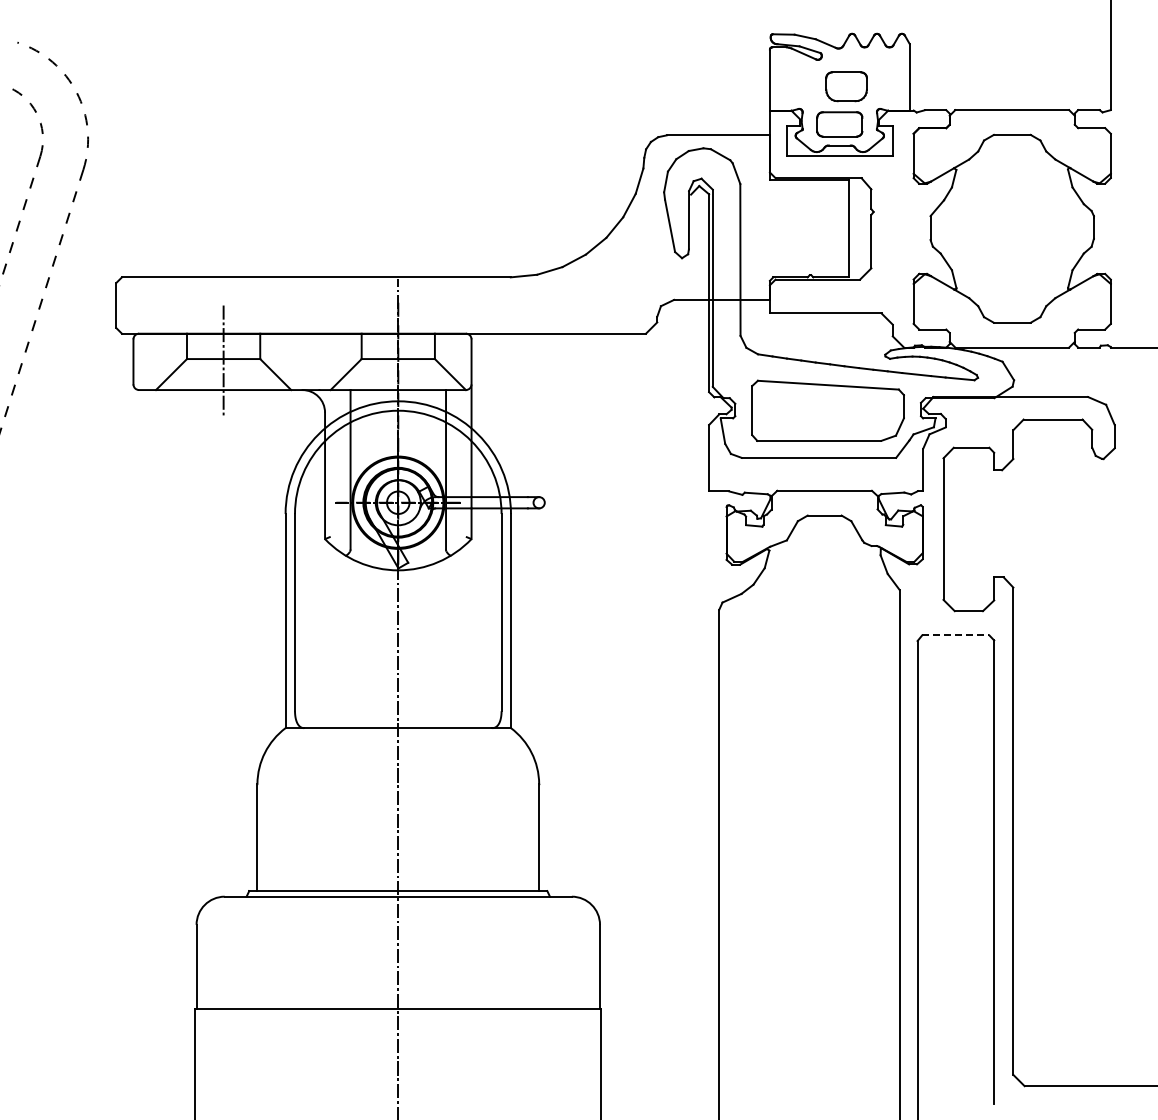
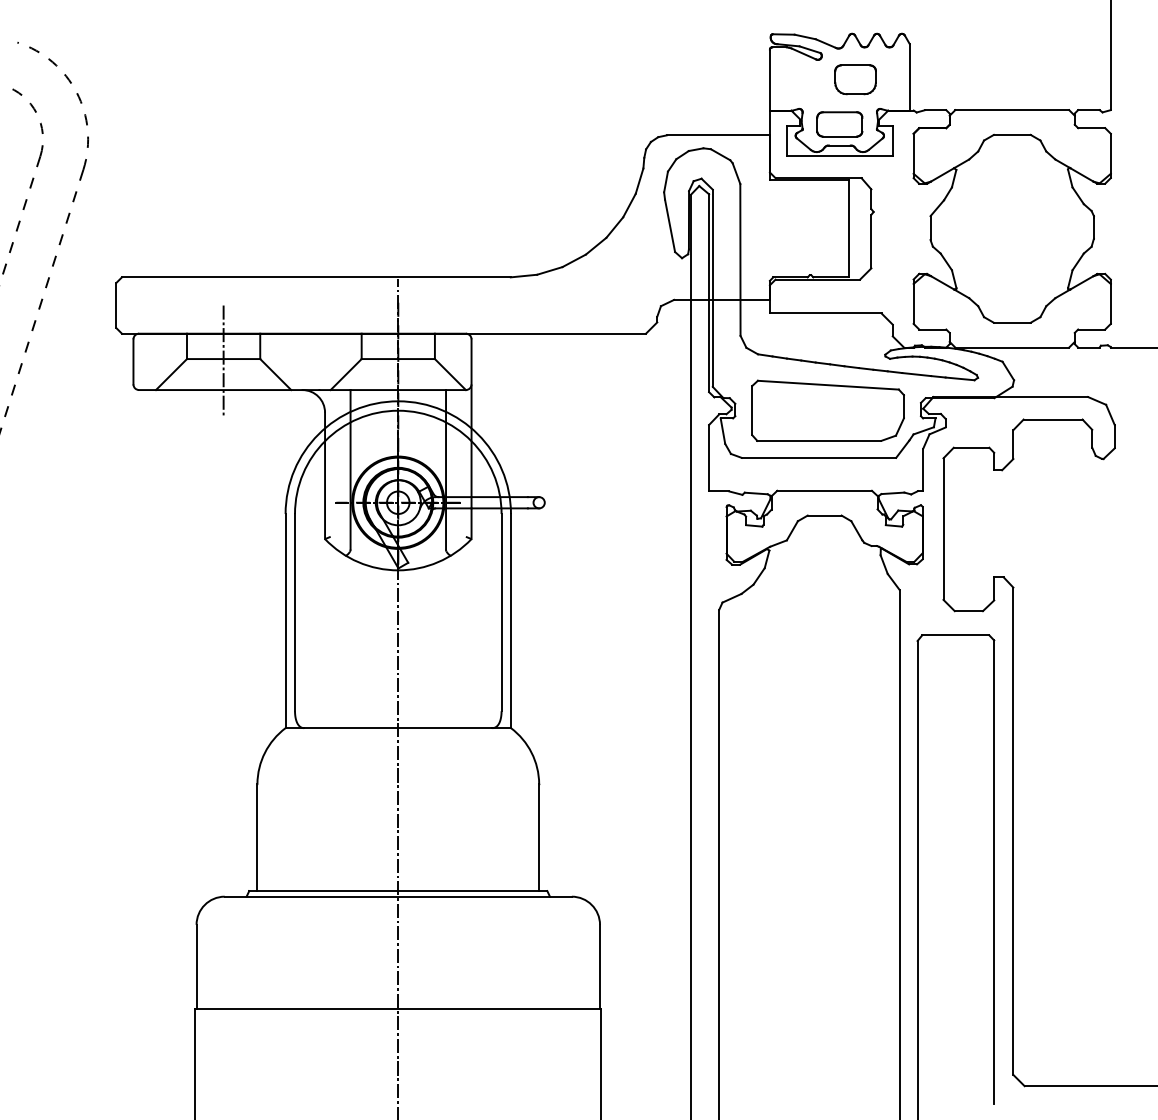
part at (846, 86) position: (846, 86) -> (855, 79)
line at (955, 635): dashed -> solid
line at (691, 655): none -> present
